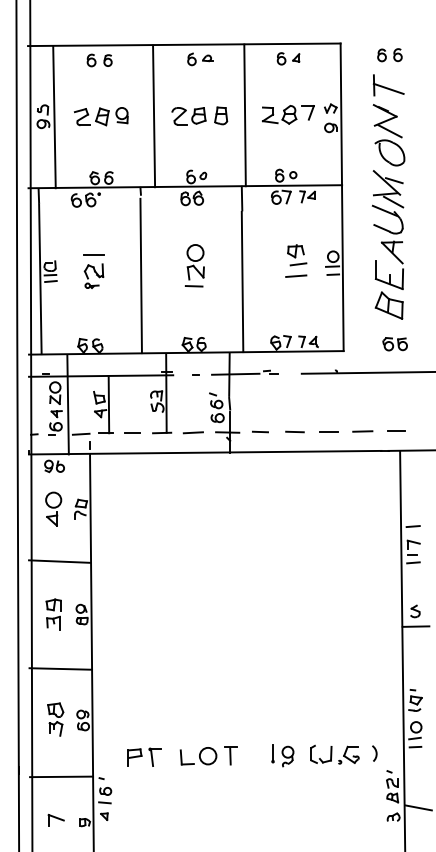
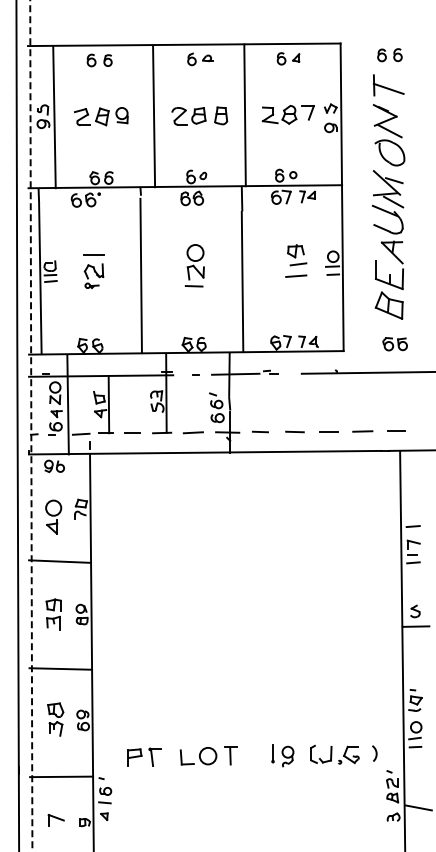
line at (31, 425): solid -> dashed
part at (53, 508) position: (53, 508) -> (53, 516)
